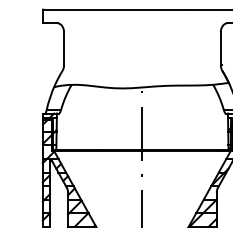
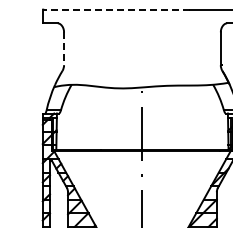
line at (116, 9): solid -> dashed
line at (64, 49): solid -> dashed
